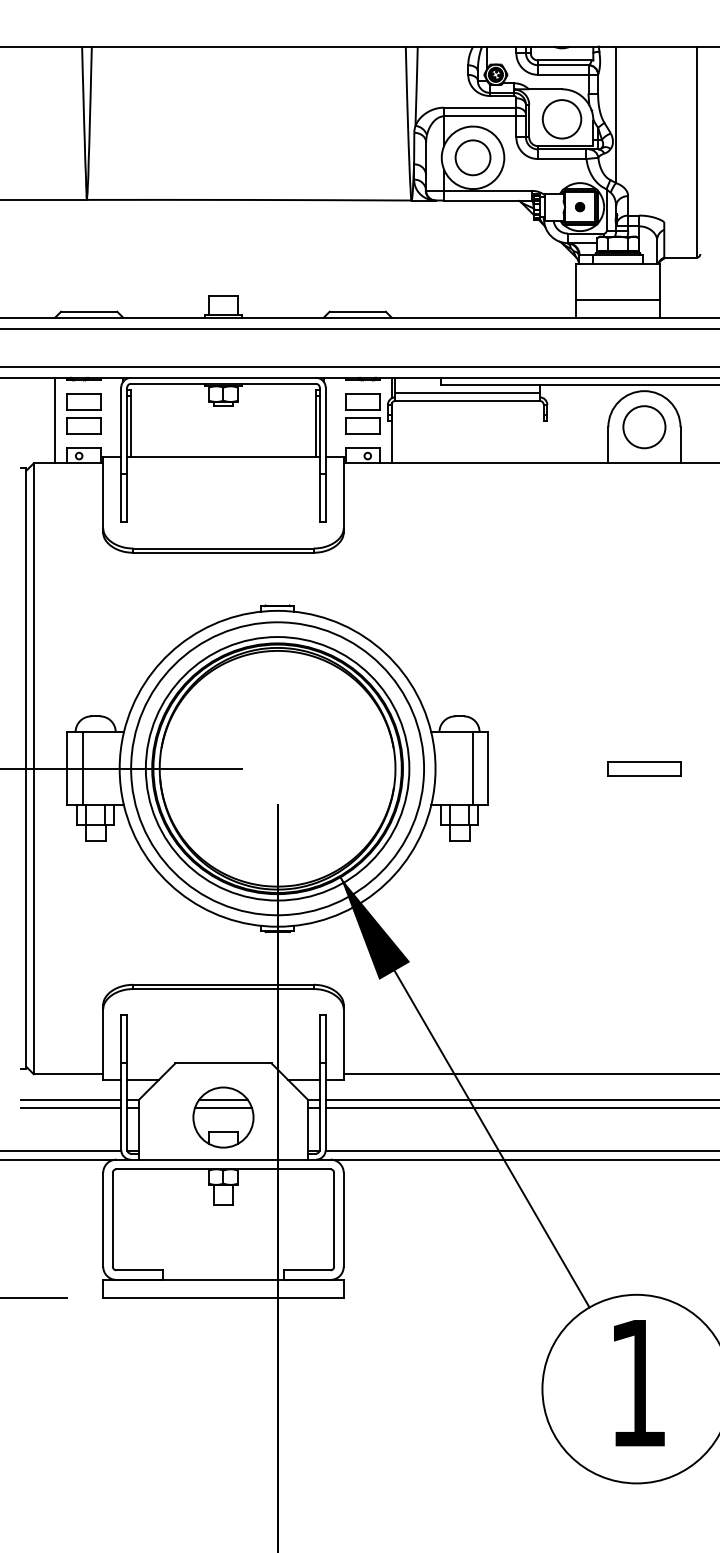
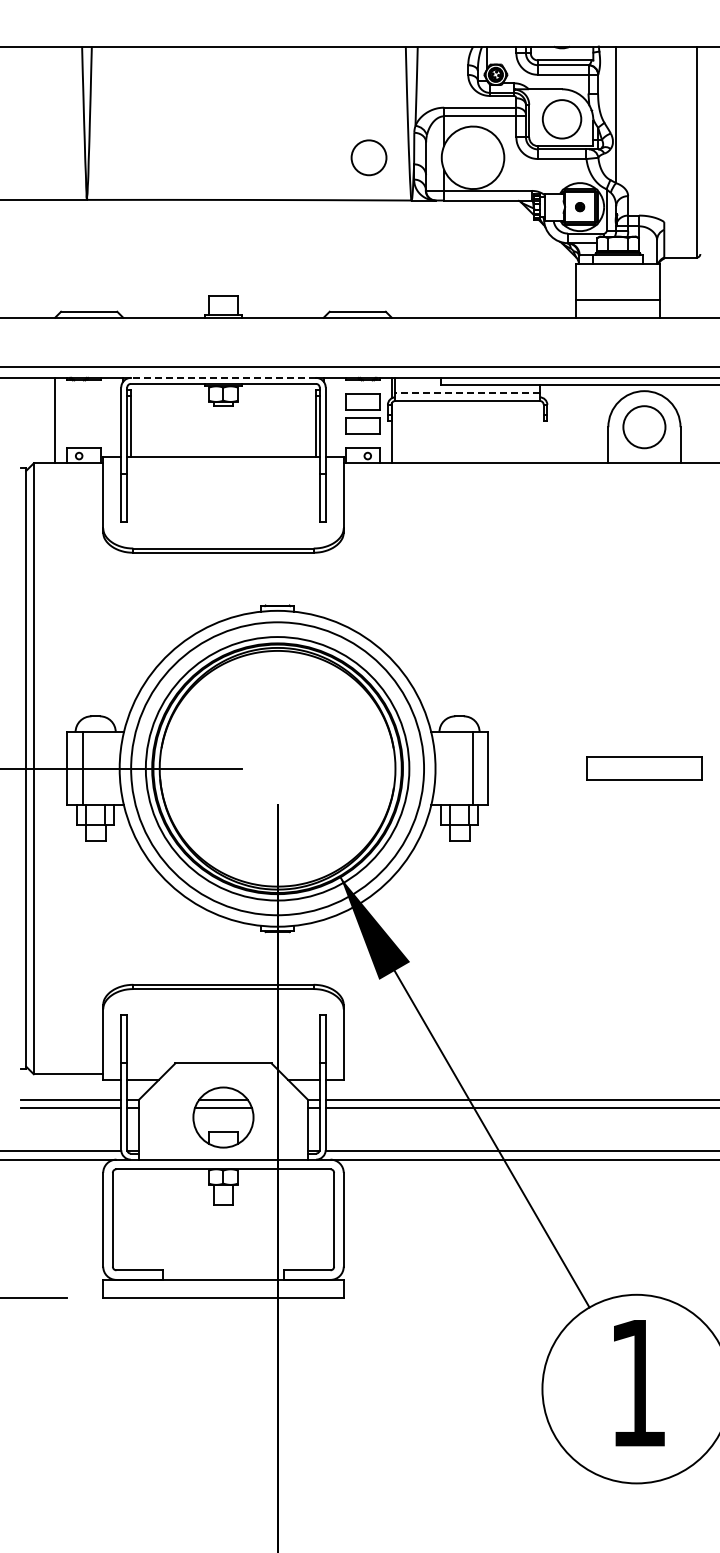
circle at (472, 157) position: (472, 157) -> (368, 157)
line at (359, 328): present -> none
line at (223, 377): solid -> dashed
line at (467, 393): solid -> dashed
part at (83, 413): present -> none
part at (644, 768) size: 75x16 px -> 117x25 px
line at (529, 1074): present -> none
